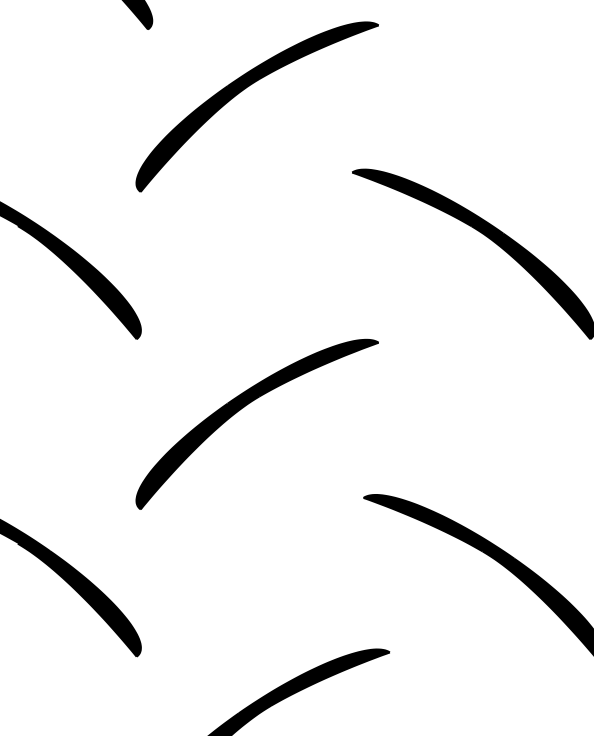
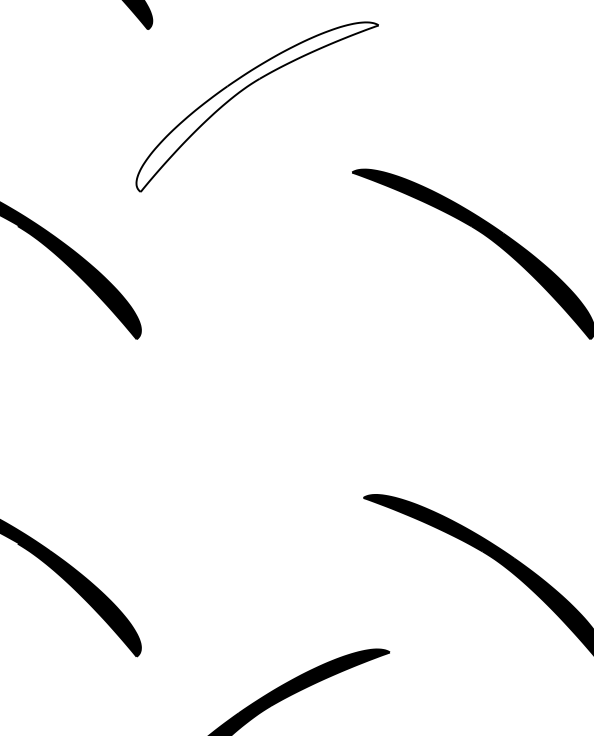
fill at (257, 106): present -> none
part at (243, 408): present -> none
